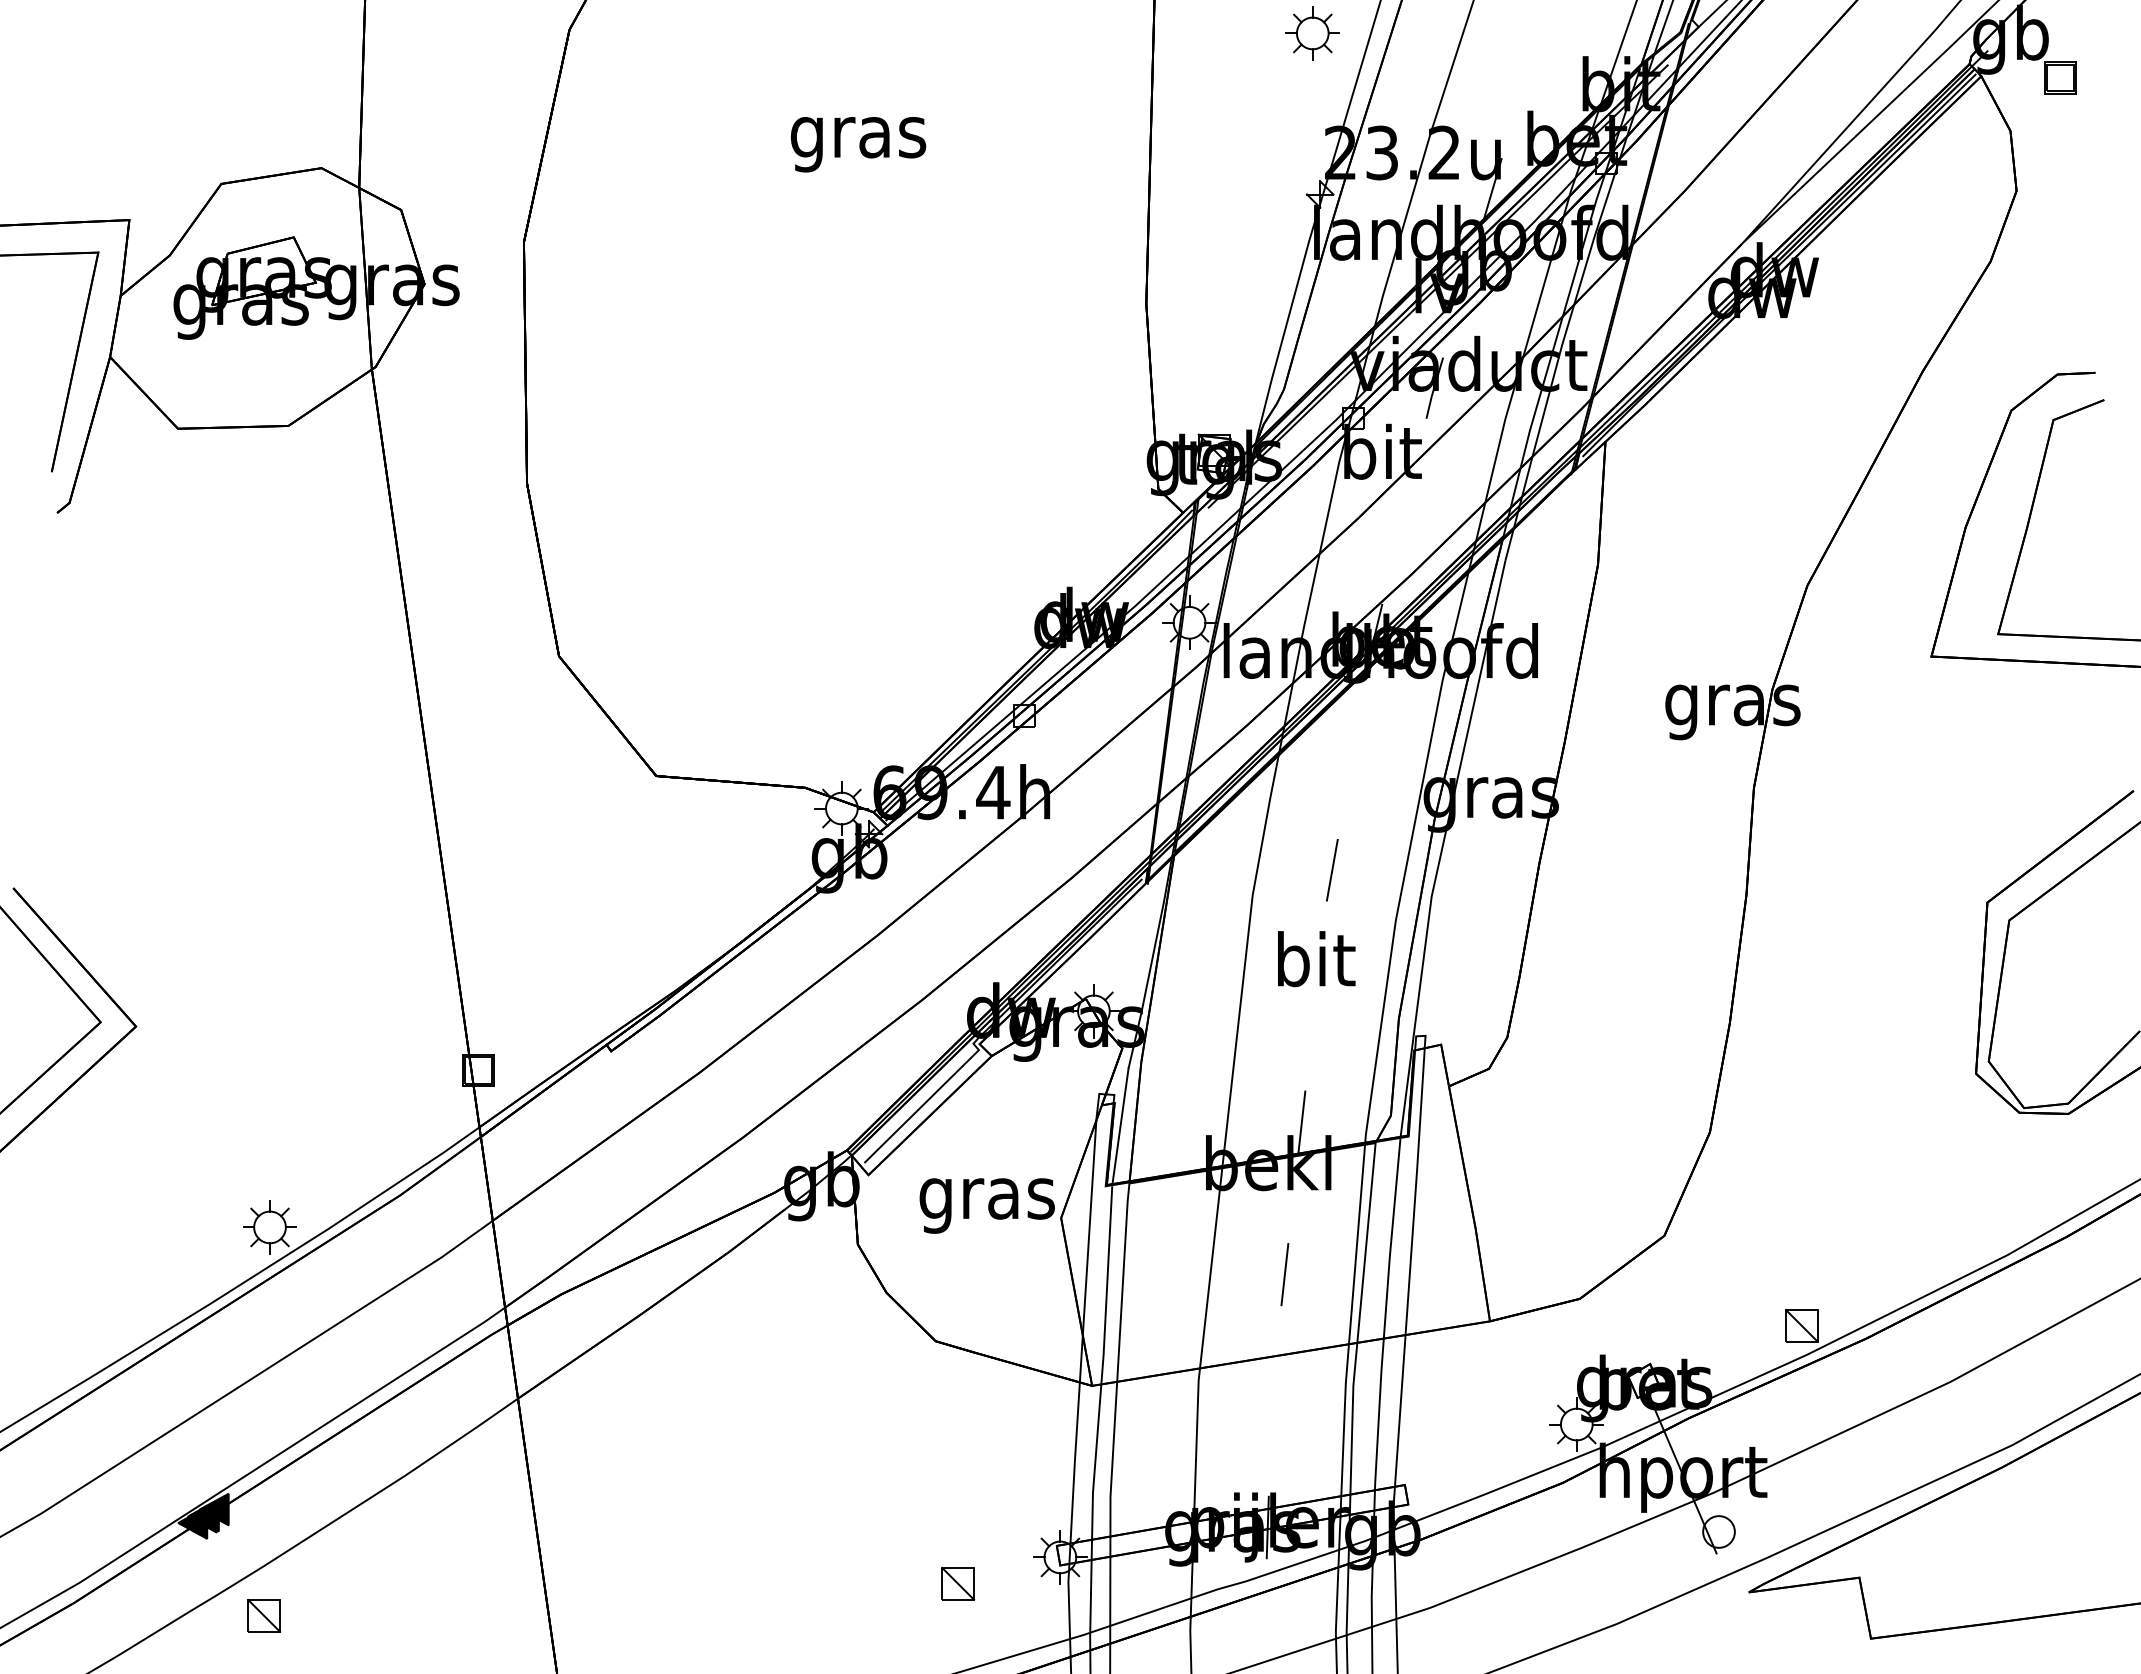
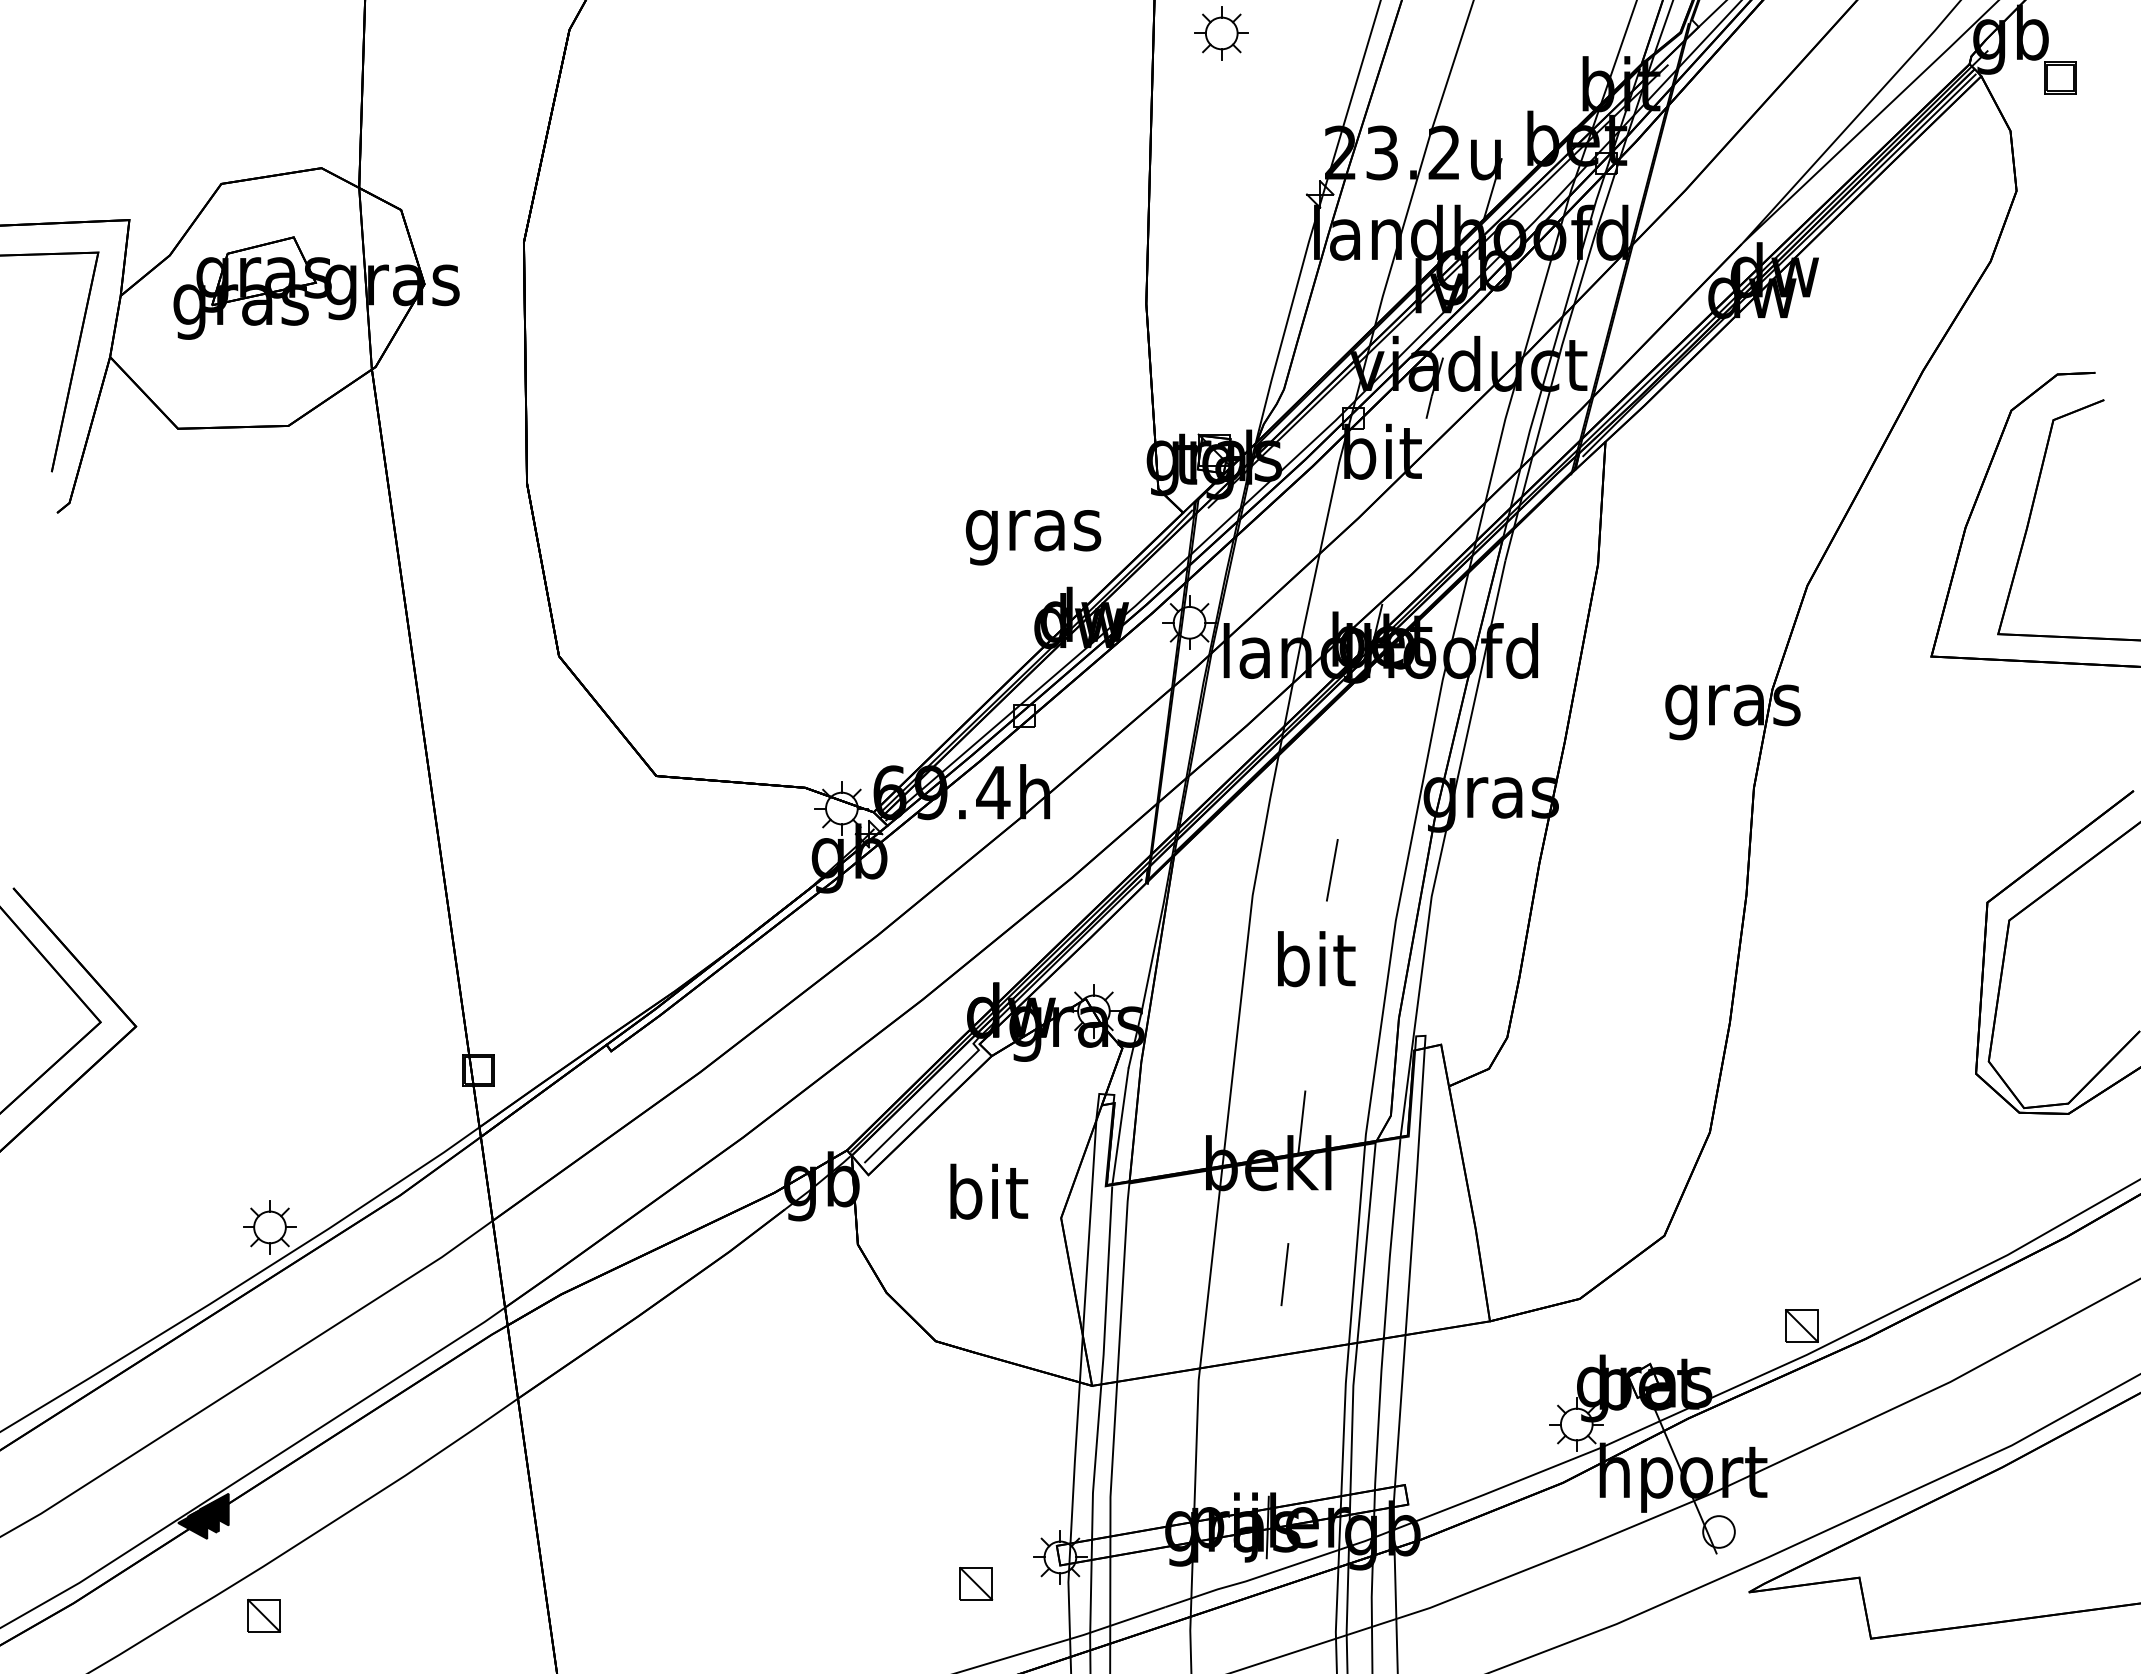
part at (1312, 33) position: (1312, 33) -> (1221, 33)
text at (858, 144) position: (858, 144) -> (1033, 537)
text at (986, 1198): gras -> bit
part at (958, 1583) position: (958, 1583) -> (976, 1583)
